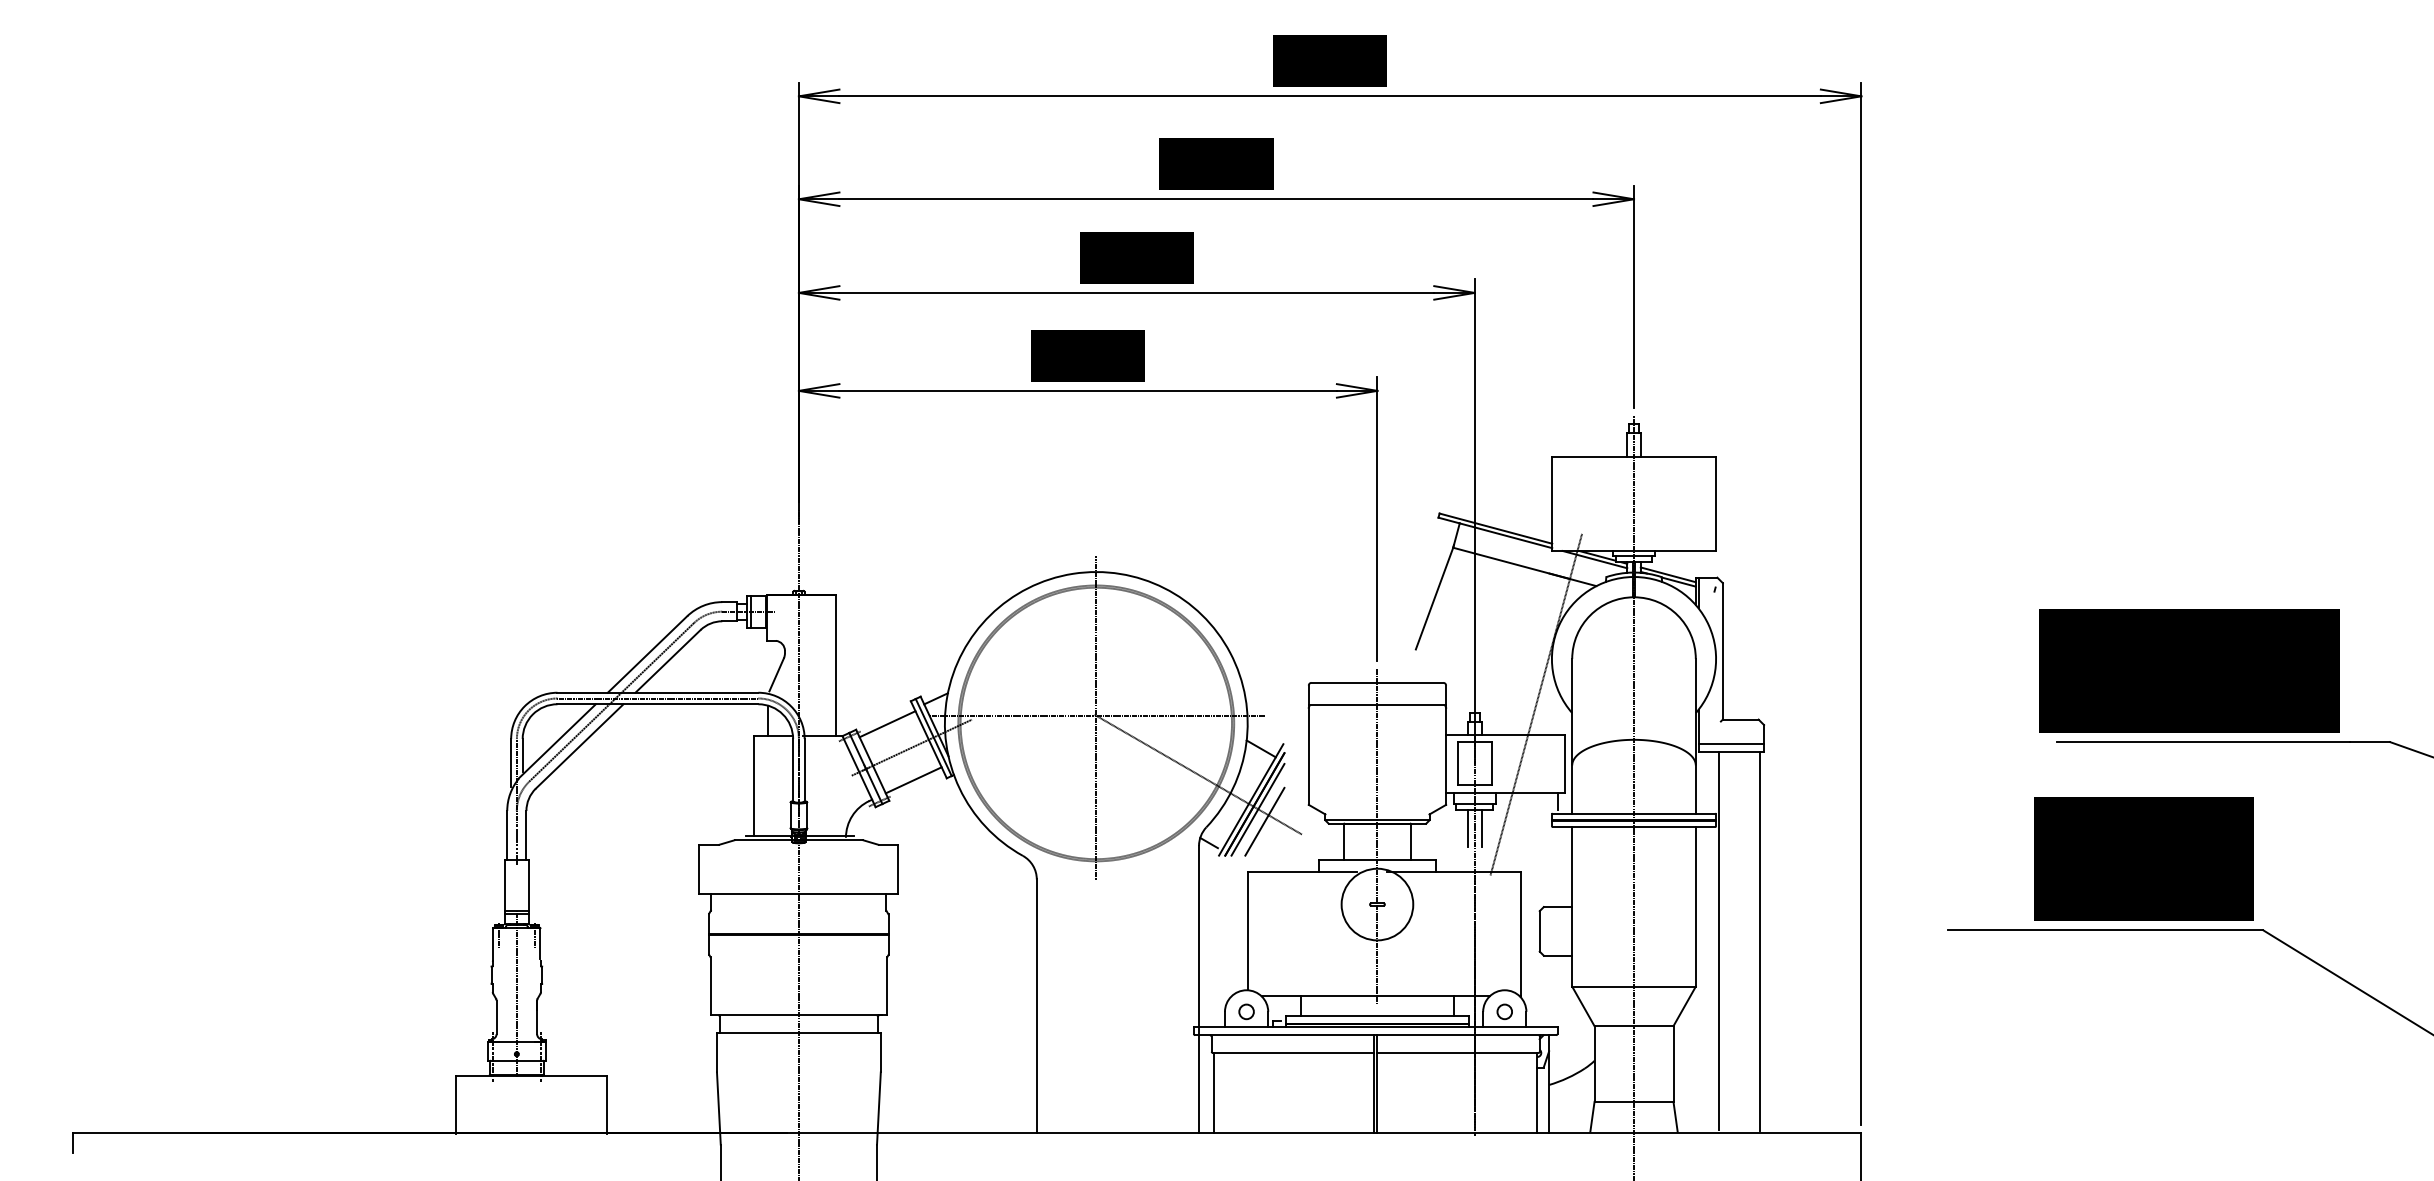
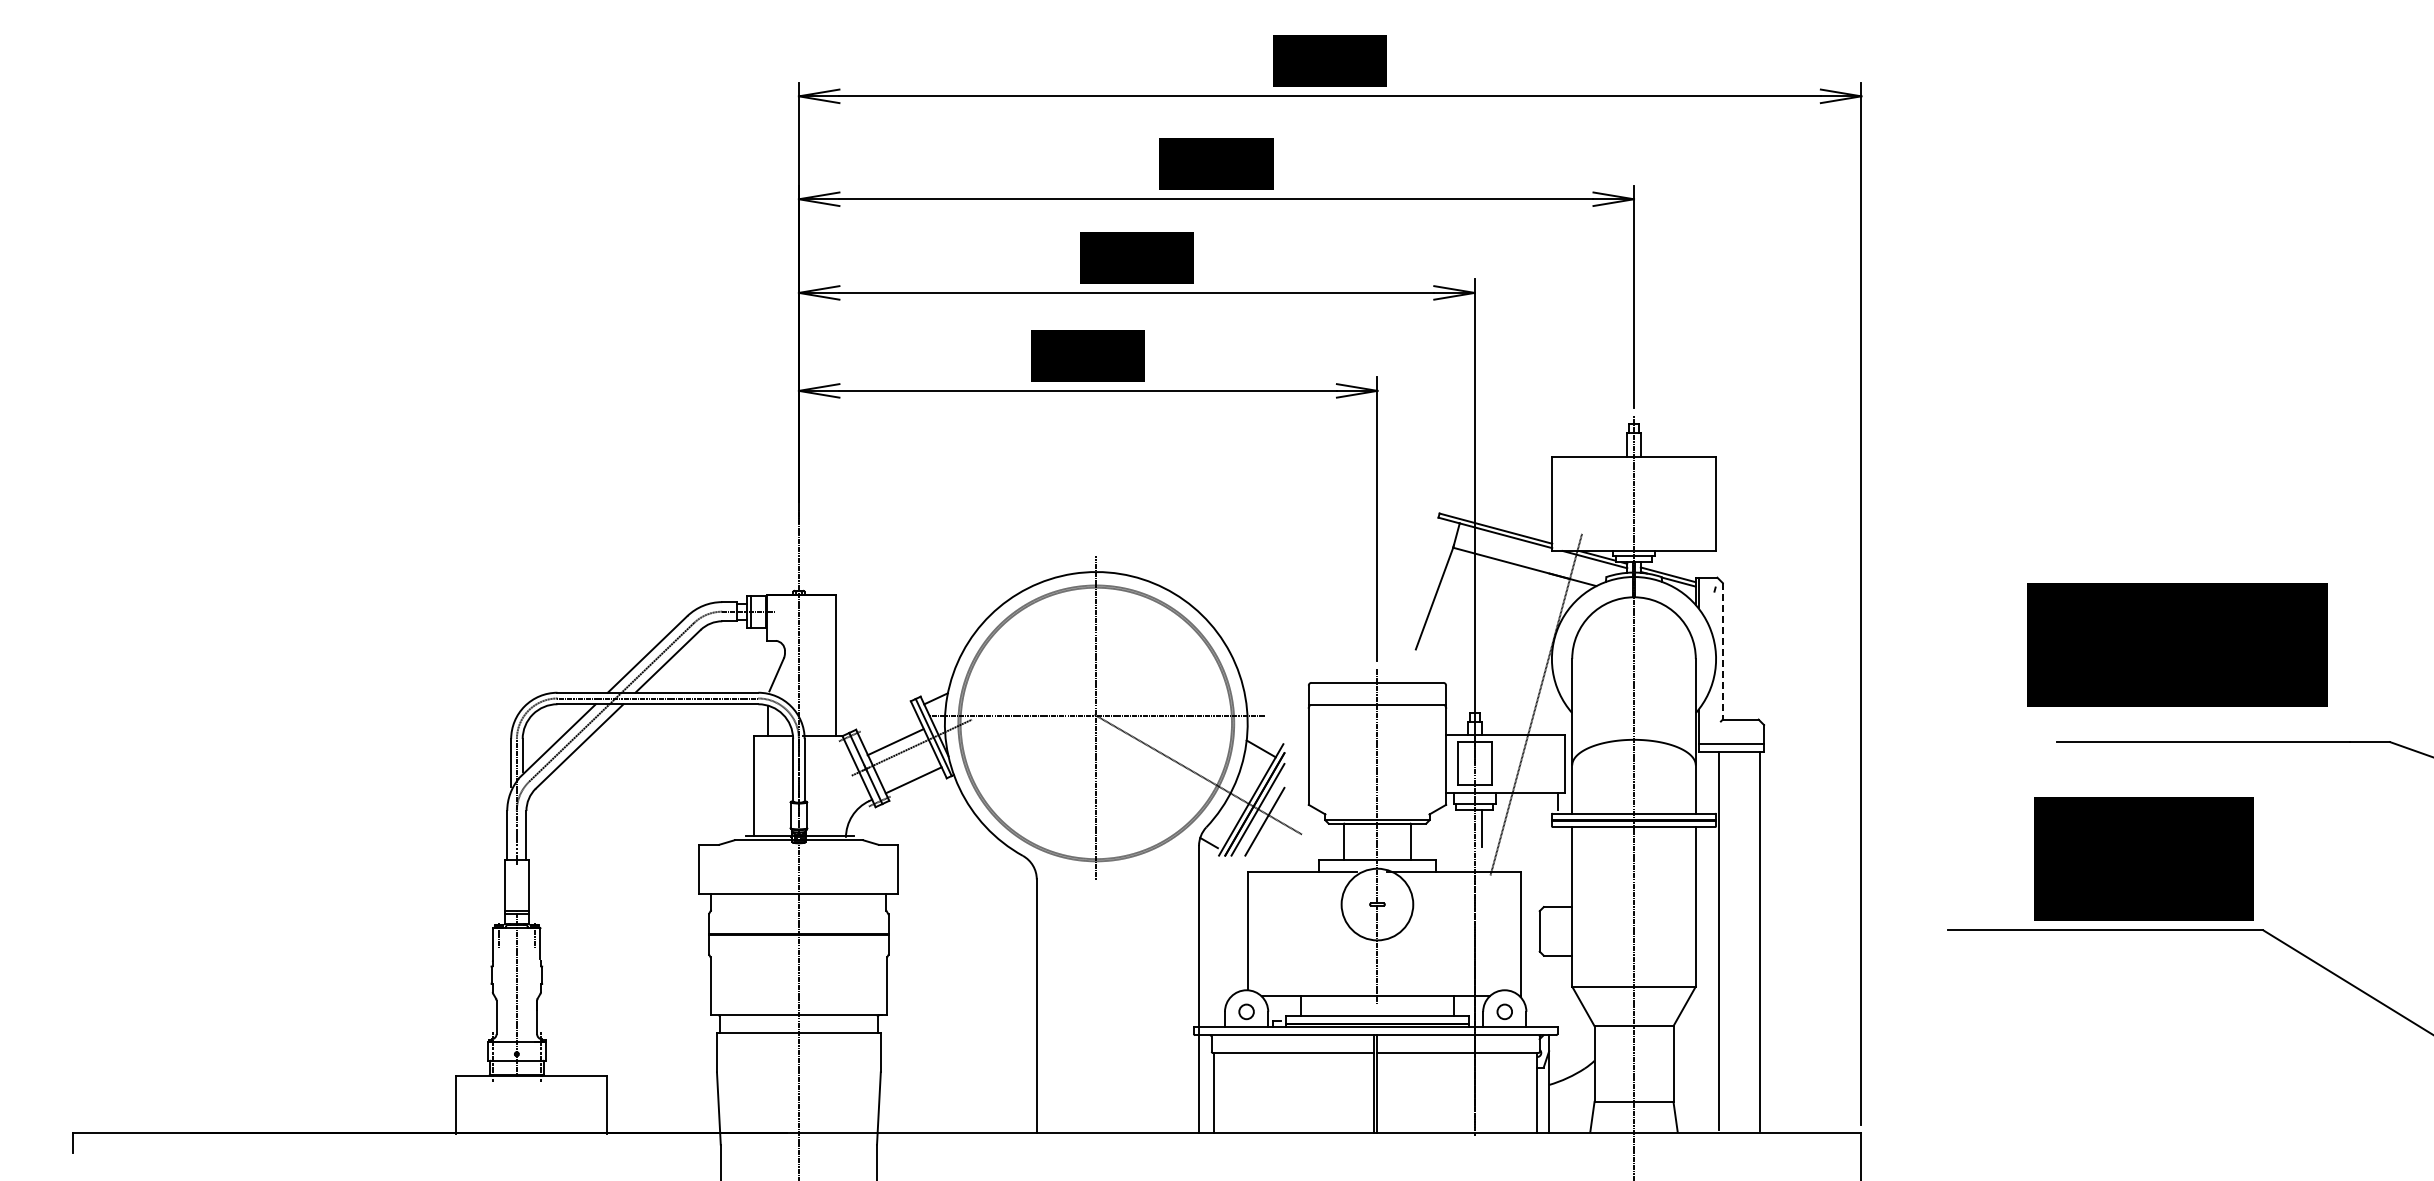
line at (1722, 651): solid -> dashed
text at (2189, 670) position: (2189, 670) -> (2177, 644)
line at (887, 724) position: (887, 724) -> (895, 742)
line at (1468, 828): present -> none
